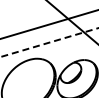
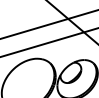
line at (49, 42): dashed -> solid
